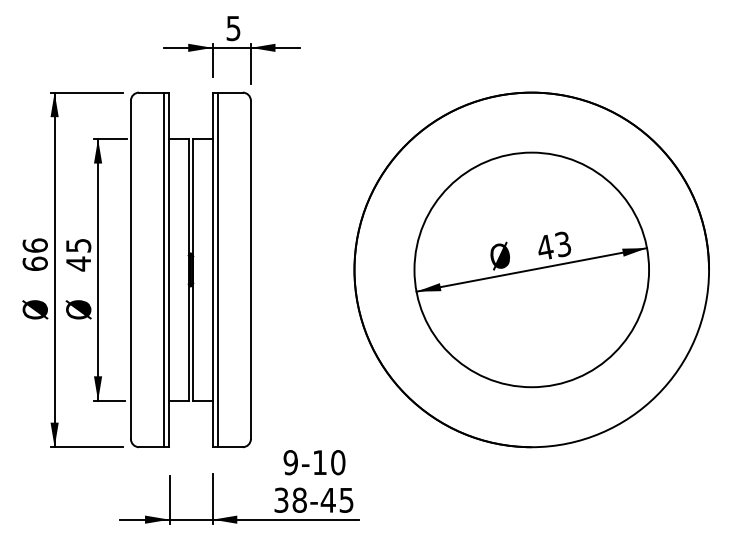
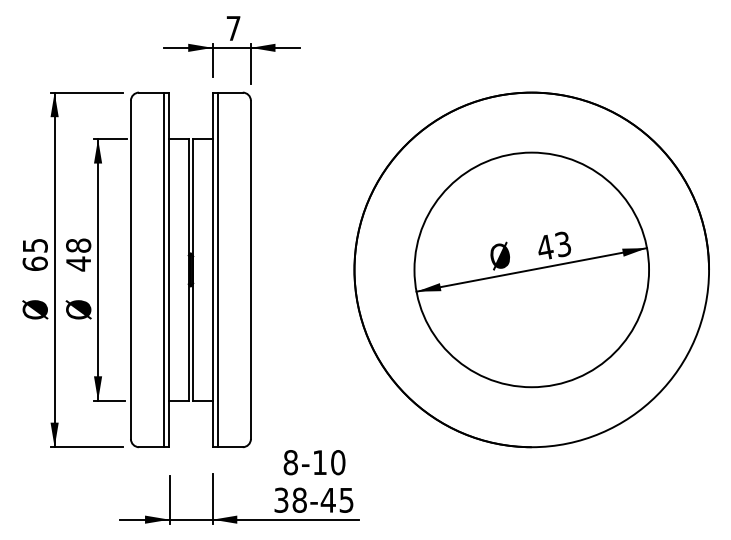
text at (233, 28): 5 -> 7
text at (34, 245): 66 -> 65
text at (78, 245): 45 -> 48
text at (290, 462): 9 -> 8
